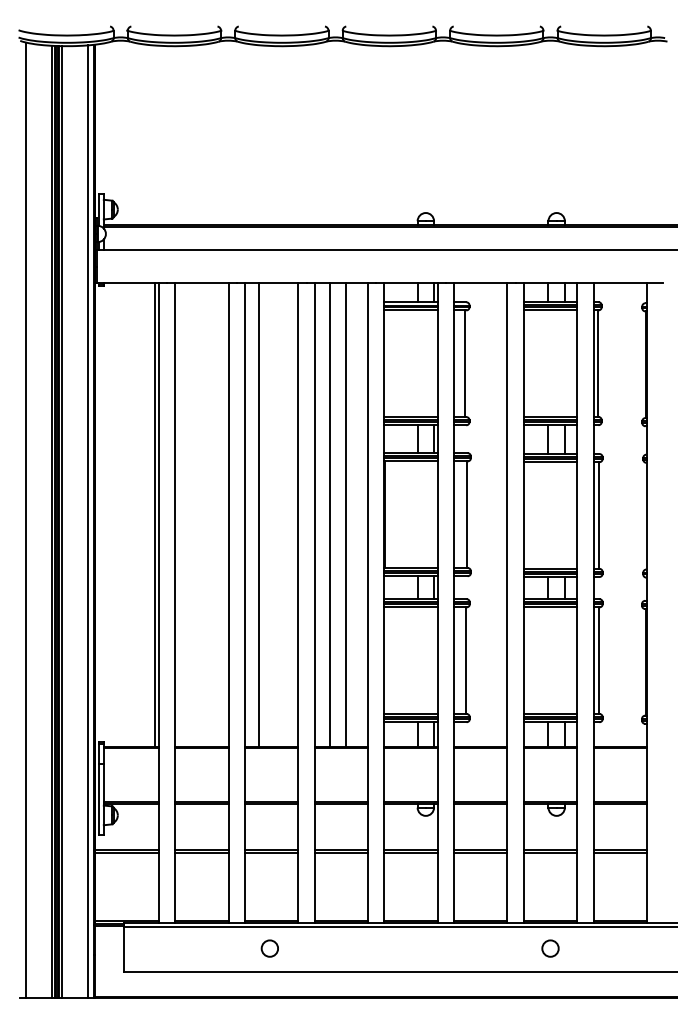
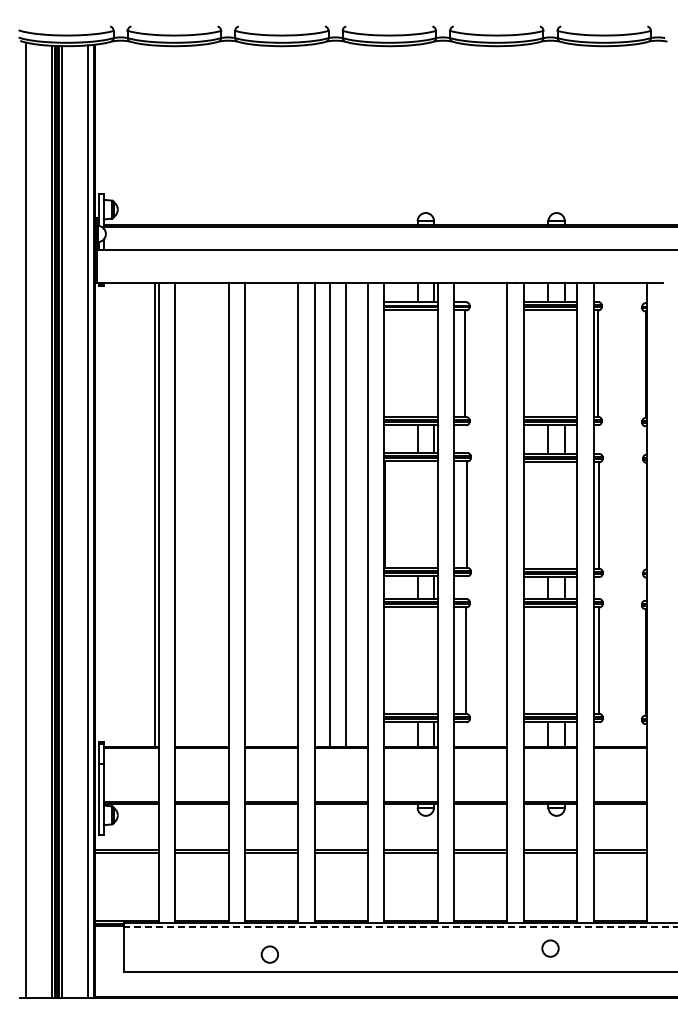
line at (258, 514): present -> none
line at (400, 927): solid -> dashed
circle at (269, 948) position: (269, 948) -> (269, 954)
